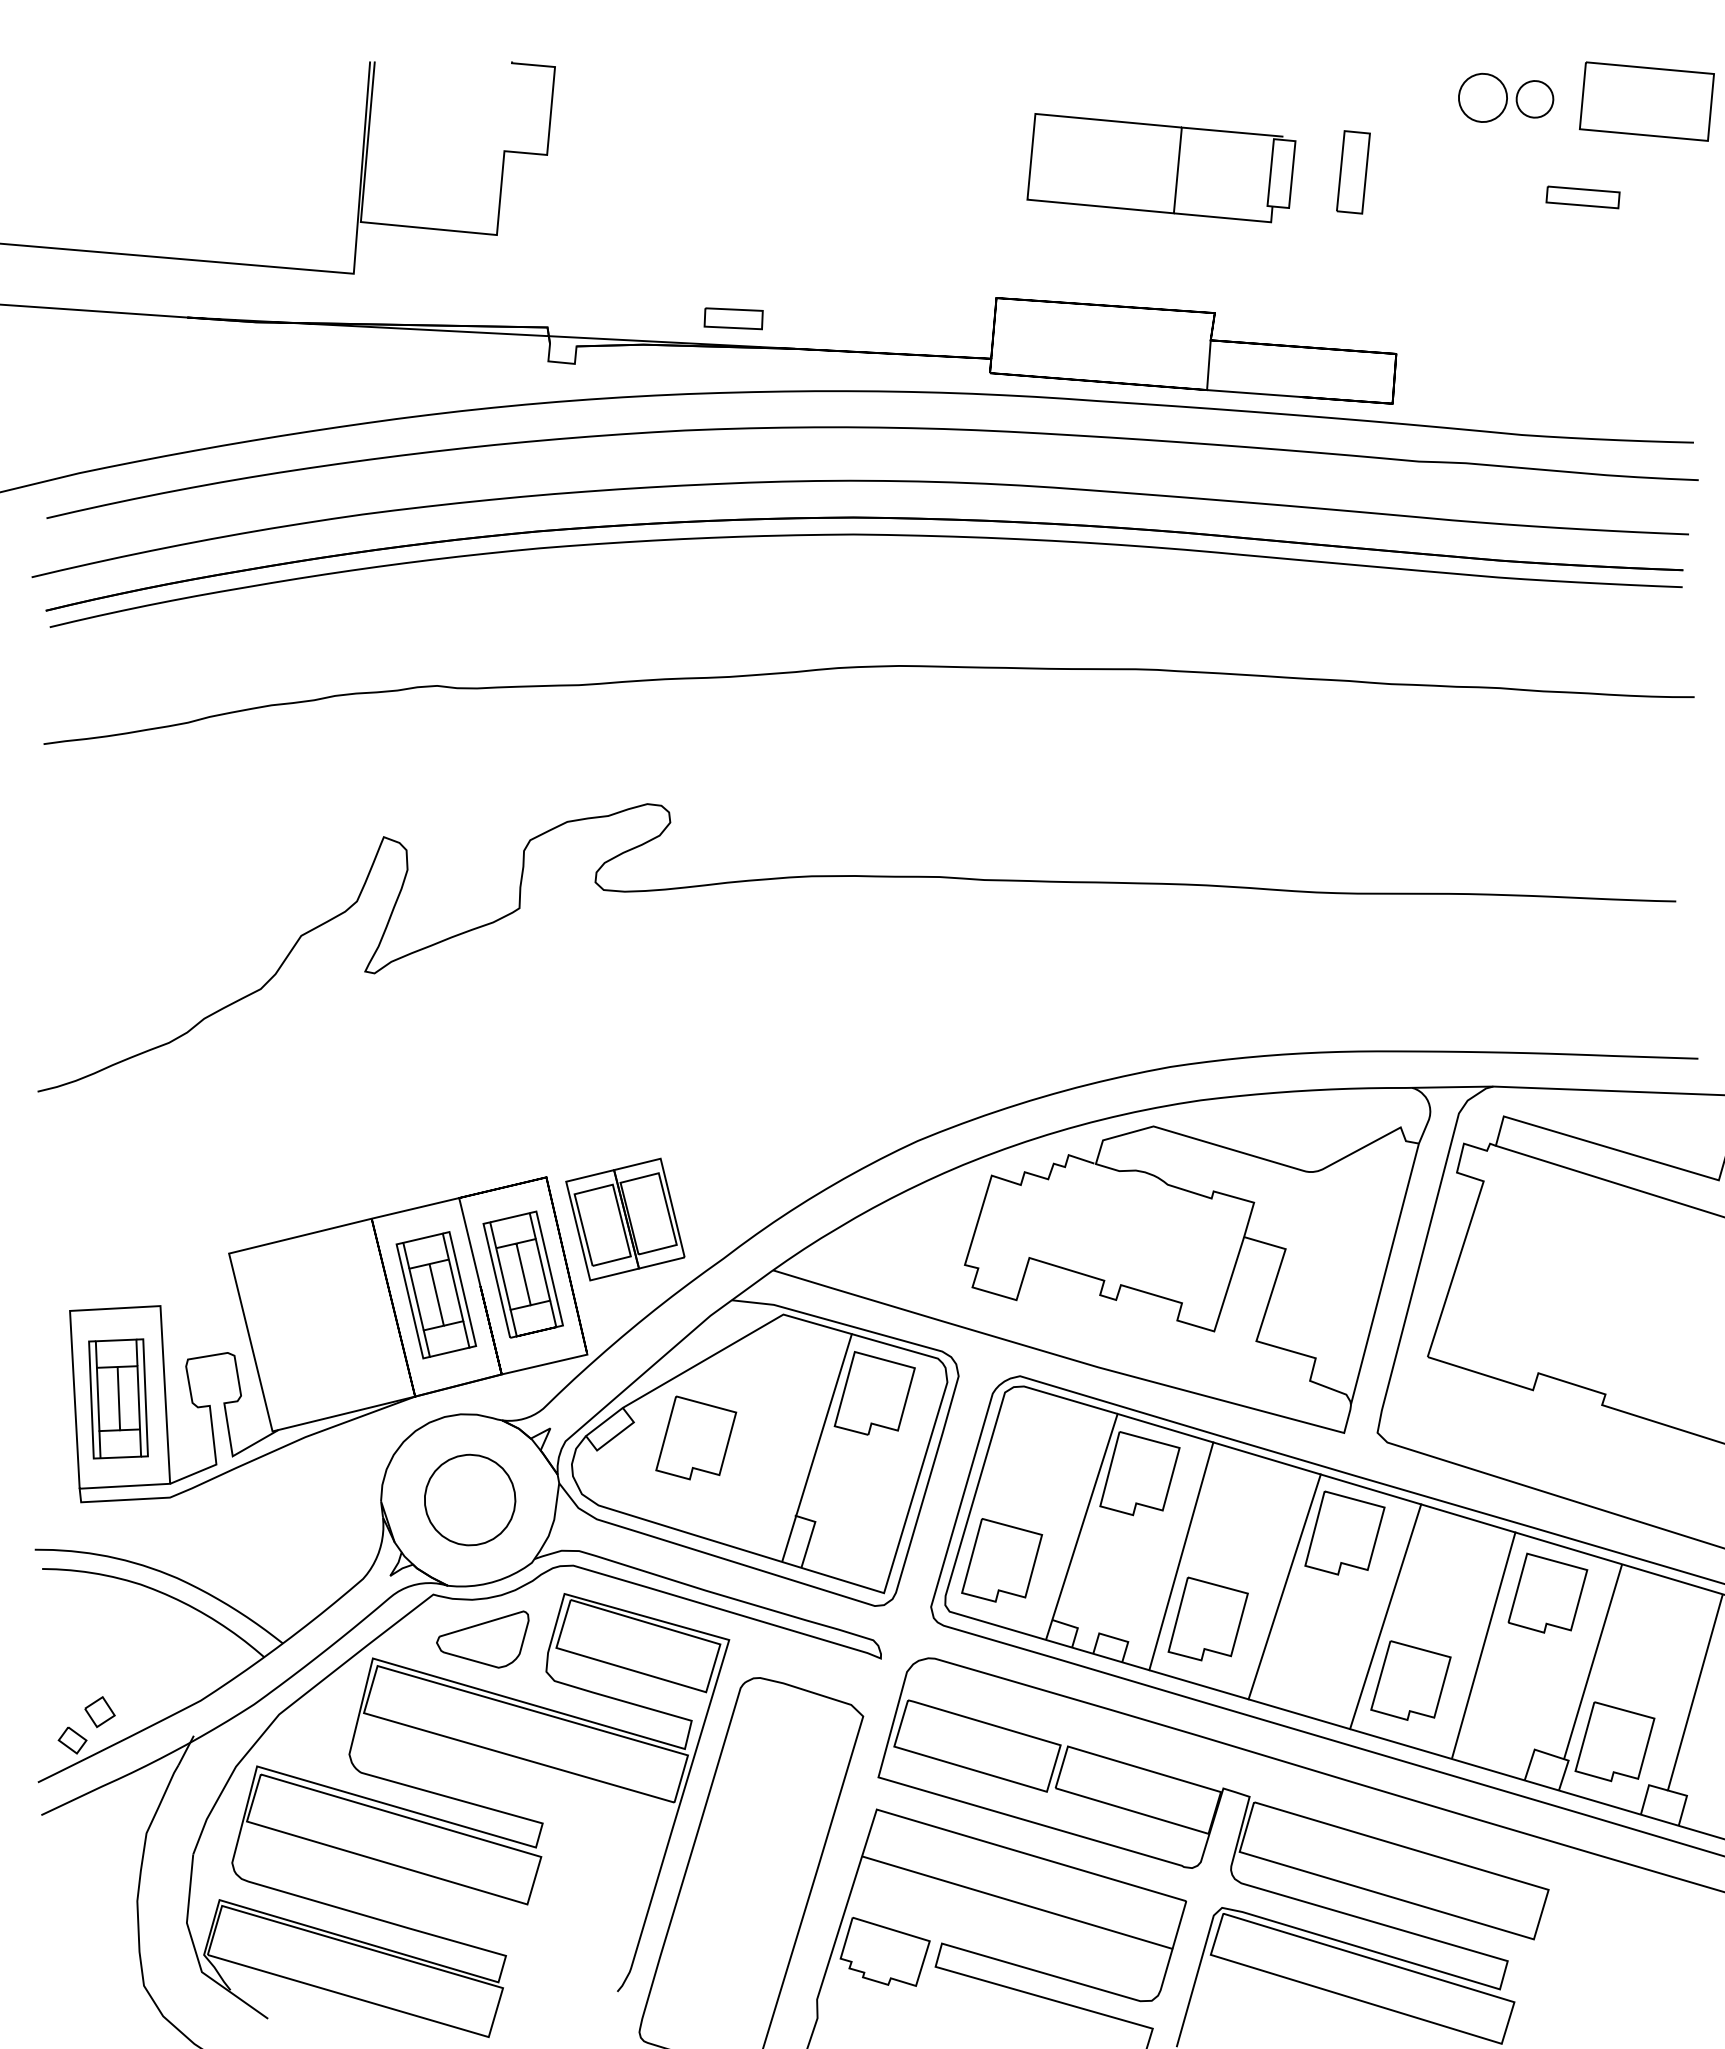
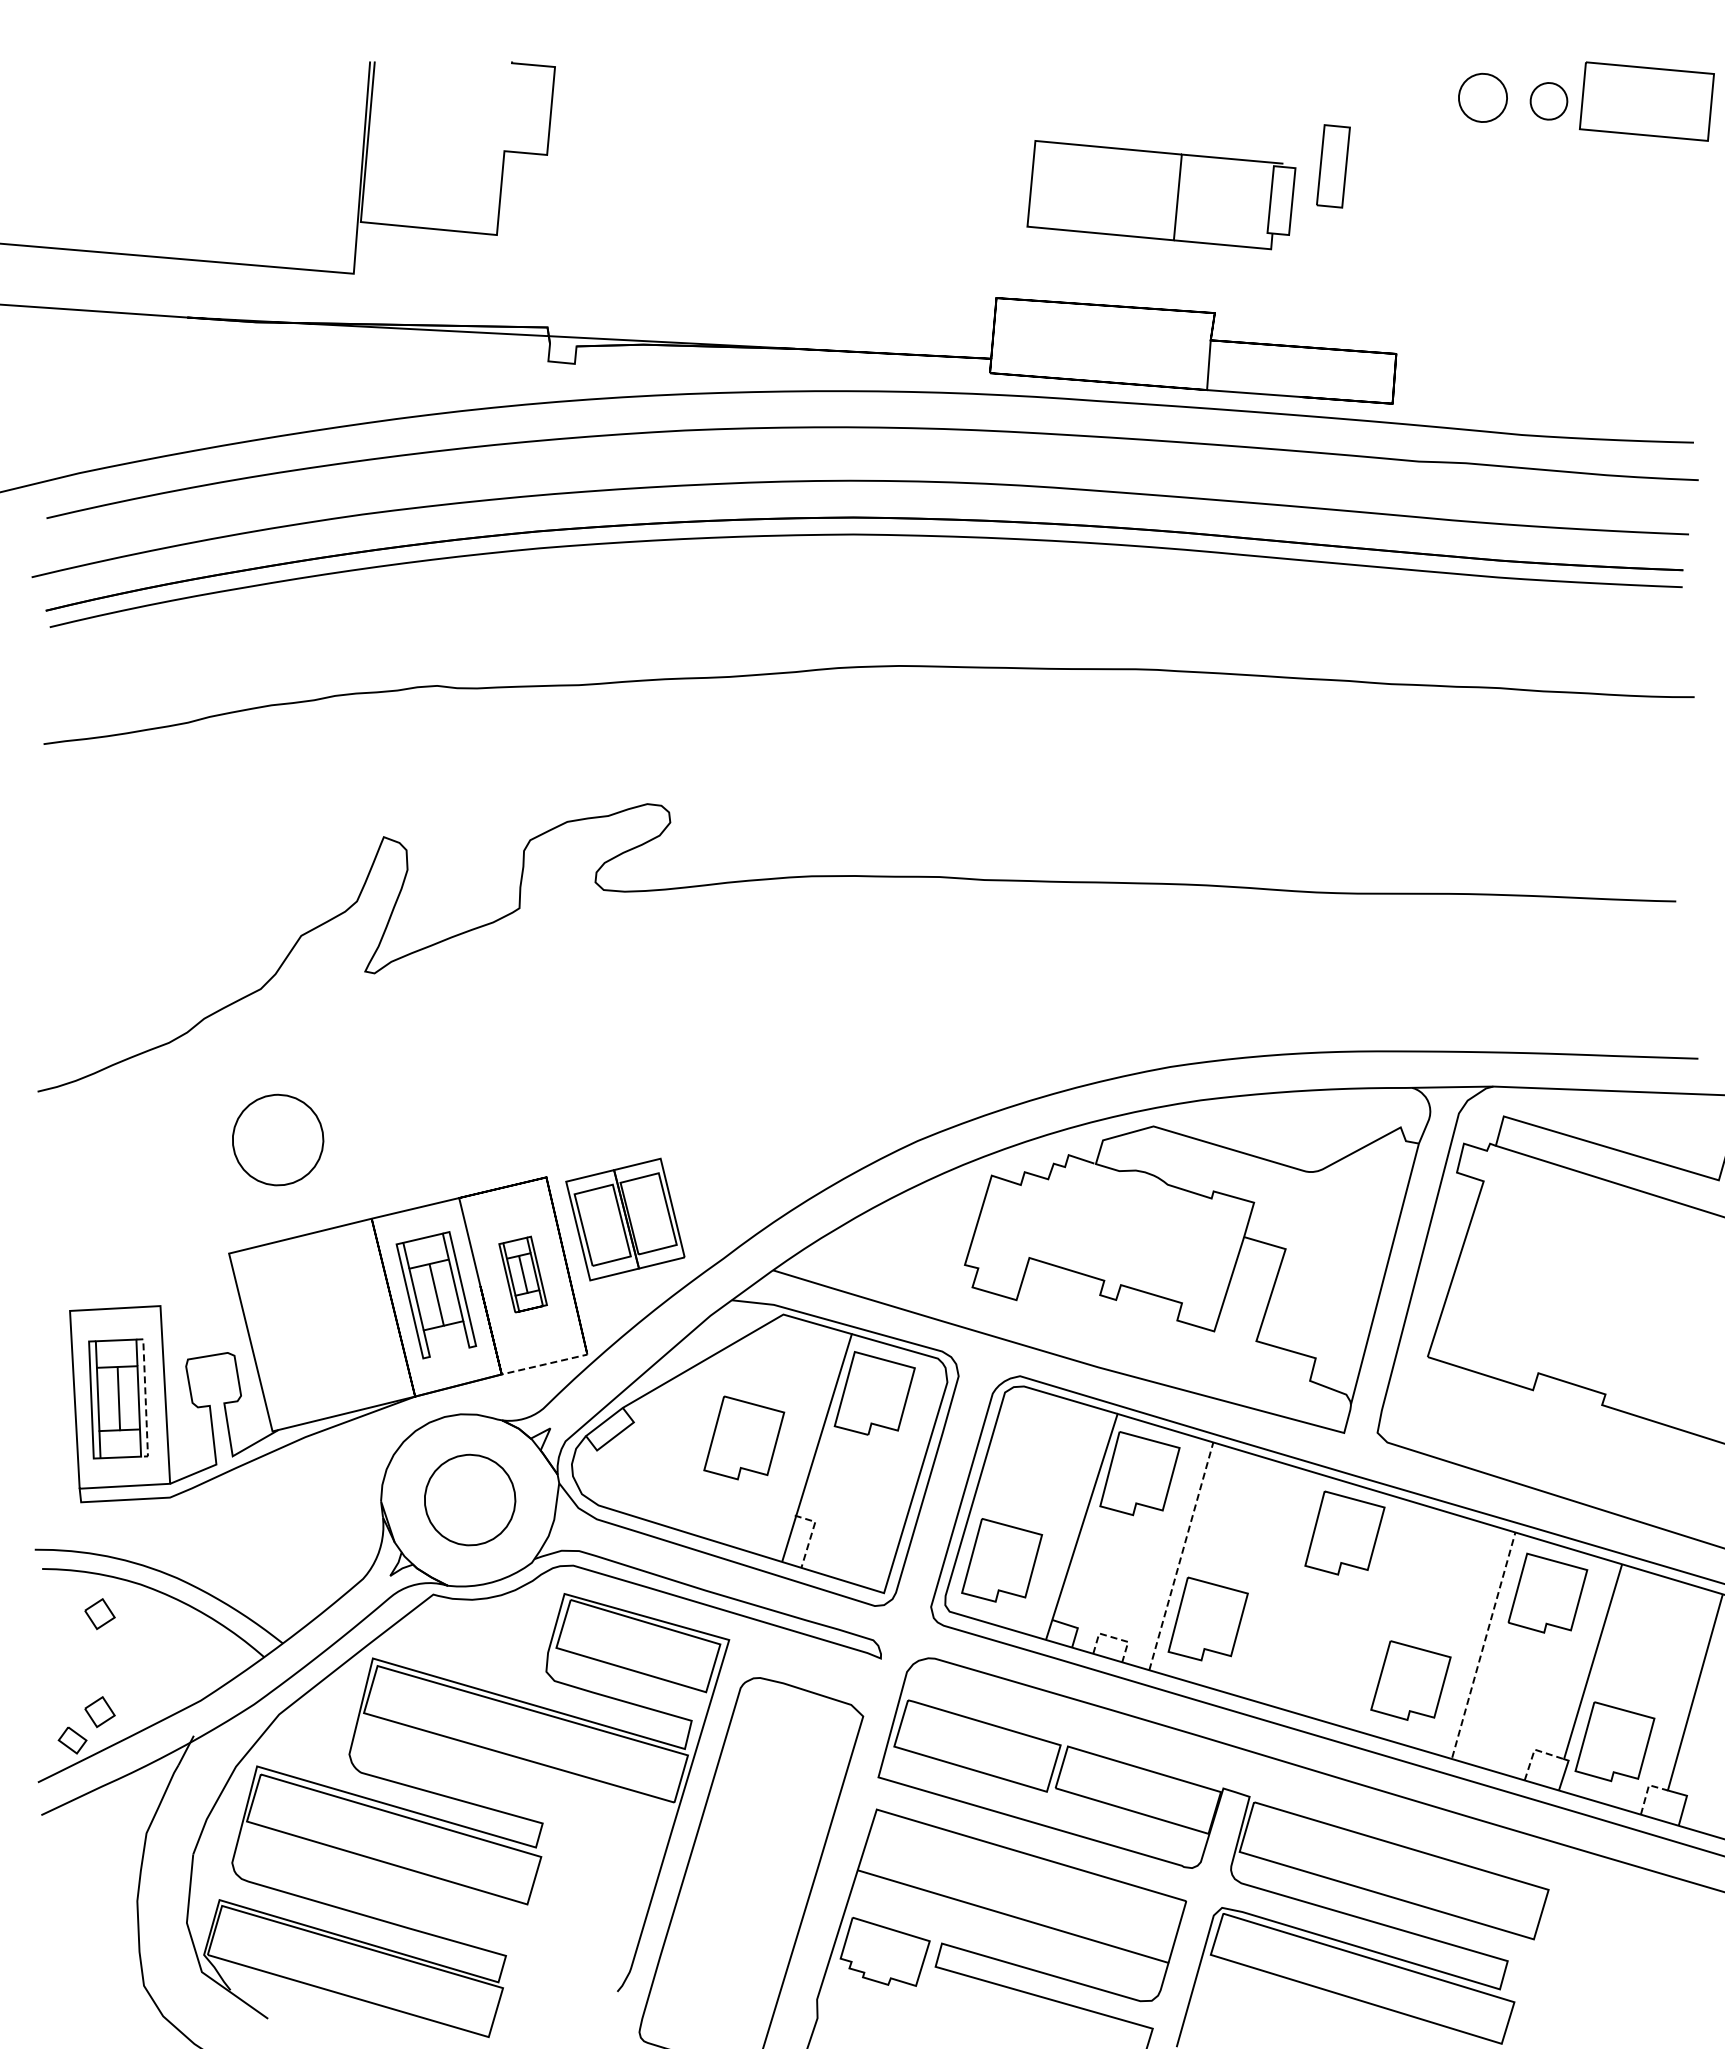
part at (1534, 99) position: (1534, 99) -> (1548, 101)
part at (1161, 168) position: (1161, 168) -> (1161, 195)
part at (1353, 172) position: (1353, 172) -> (1333, 166)
part at (1582, 197): present -> none
part at (733, 318): present -> none
part at (278, 1139): none -> present
part at (522, 1274) size: 82x129 px -> 50x79 px
line at (449, 1351): present -> none
line at (546, 1364): solid -> dashed
line at (145, 1397): solid -> dashed
part at (696, 1437) position: (696, 1437) -> (744, 1437)
line at (811, 1534): solid -> dashed
line at (1181, 1555): solid -> dashed
line at (1284, 1586): present -> none
part at (99, 1614): none -> present
line at (1385, 1616): present -> none
line at (1114, 1637): solid -> dashed
part at (482, 1639): present -> none
line at (1483, 1645): solid -> dashed
line at (1534, 1749): solid -> dashed
line at (1647, 1789): solid -> dashed
line at (1017, 1902) position: (1017, 1902) -> (1013, 1916)
